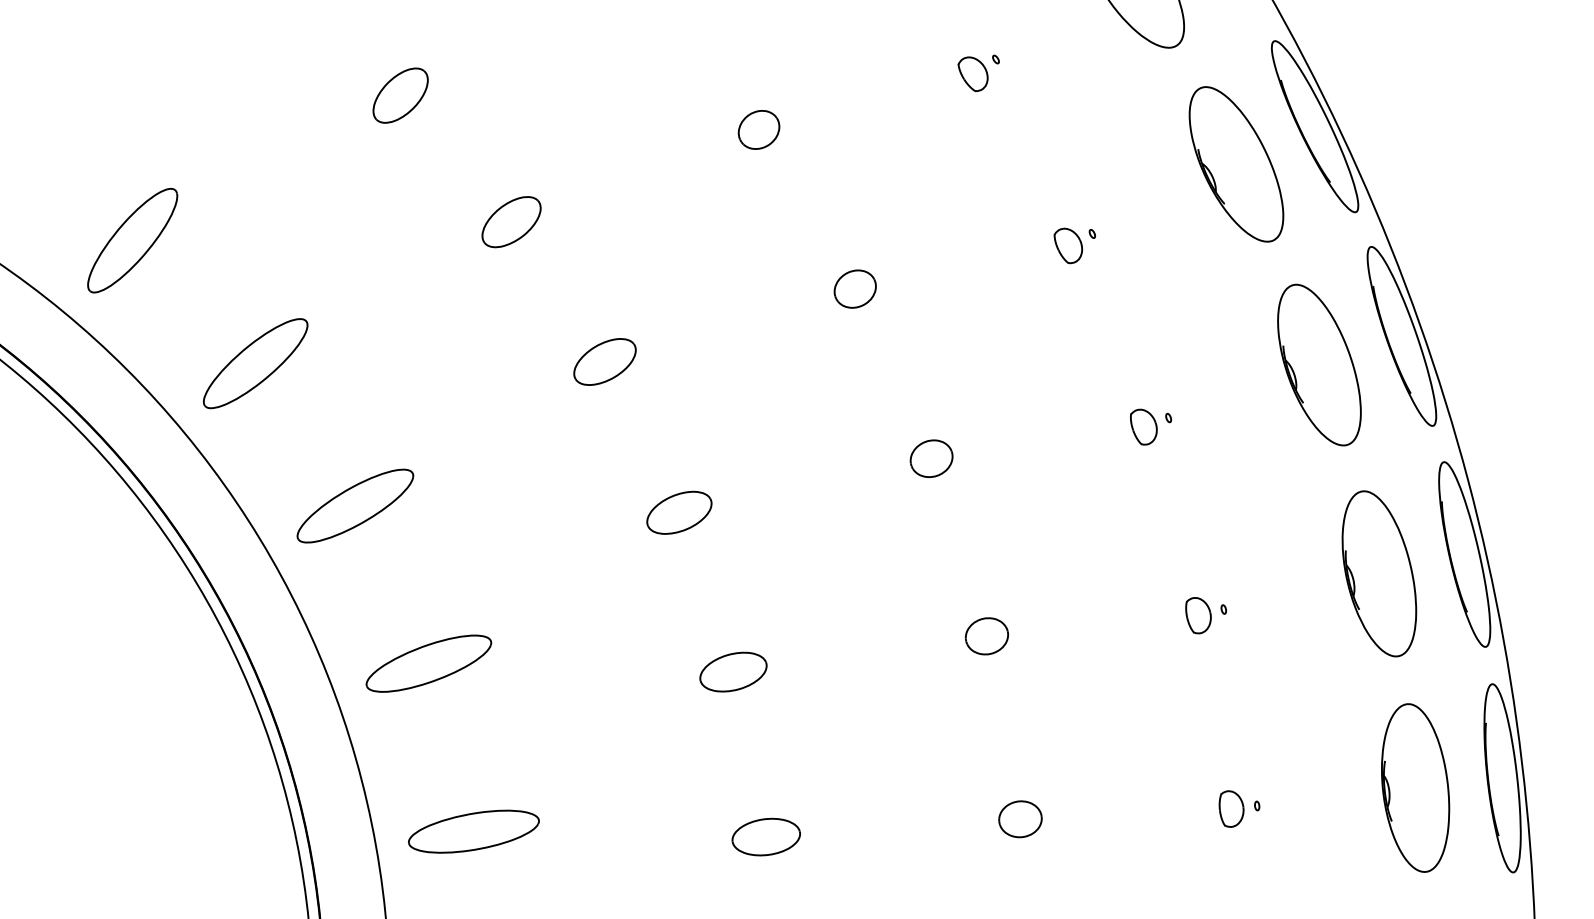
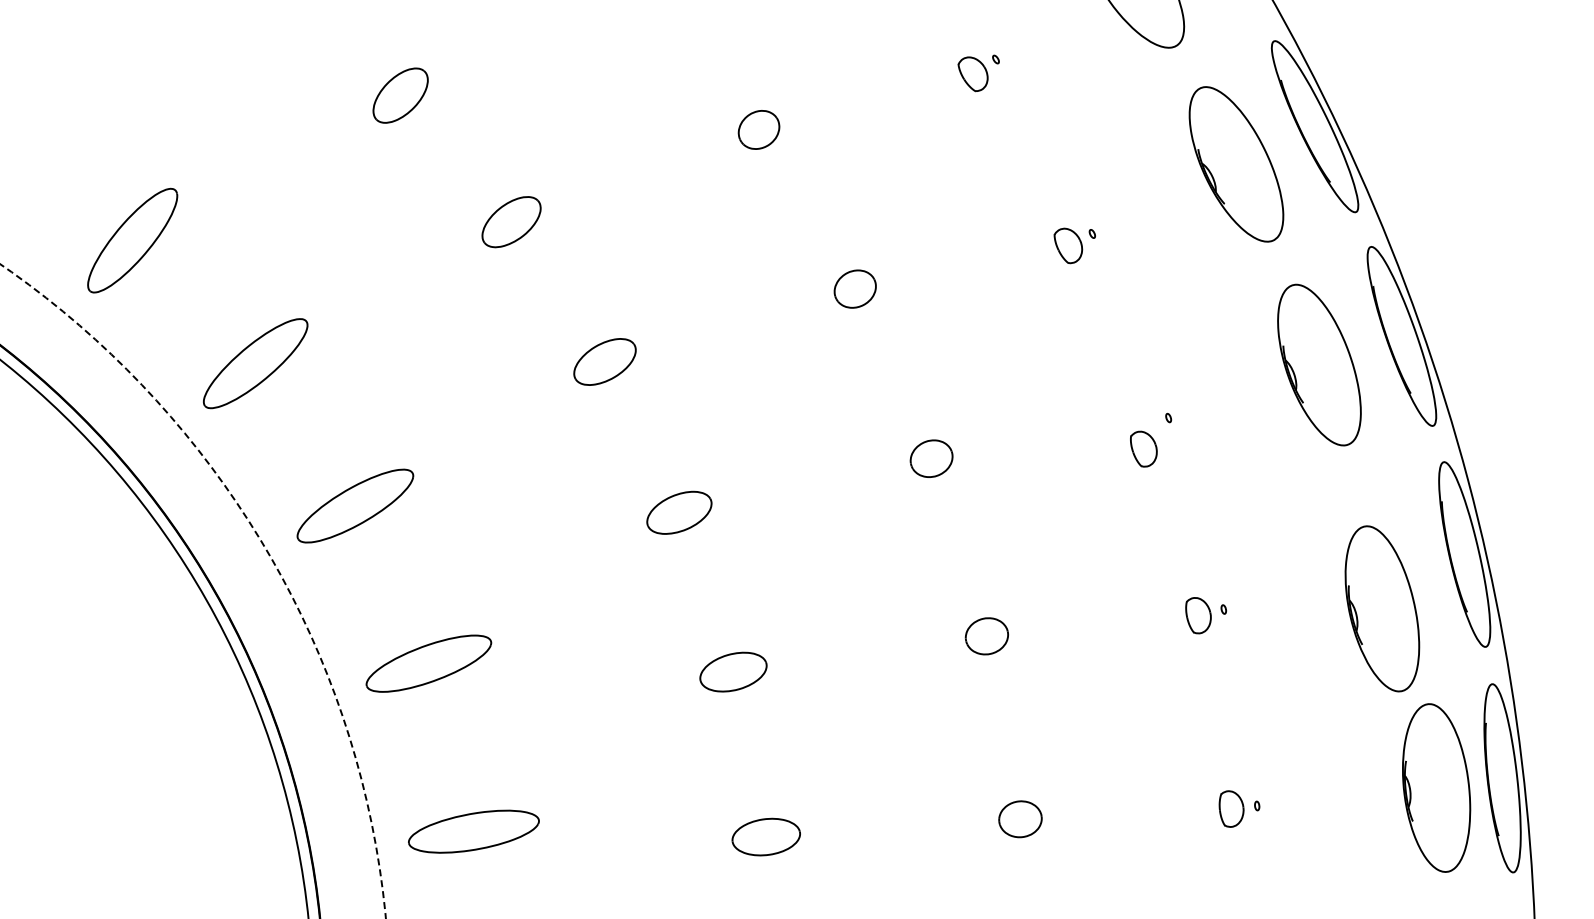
part at (1143, 426) position: (1143, 426) -> (1143, 448)
part at (1379, 573) position: (1379, 573) -> (1382, 608)
circle at (192, 591): solid -> dashed
part at (1415, 787) position: (1415, 787) -> (1436, 787)
